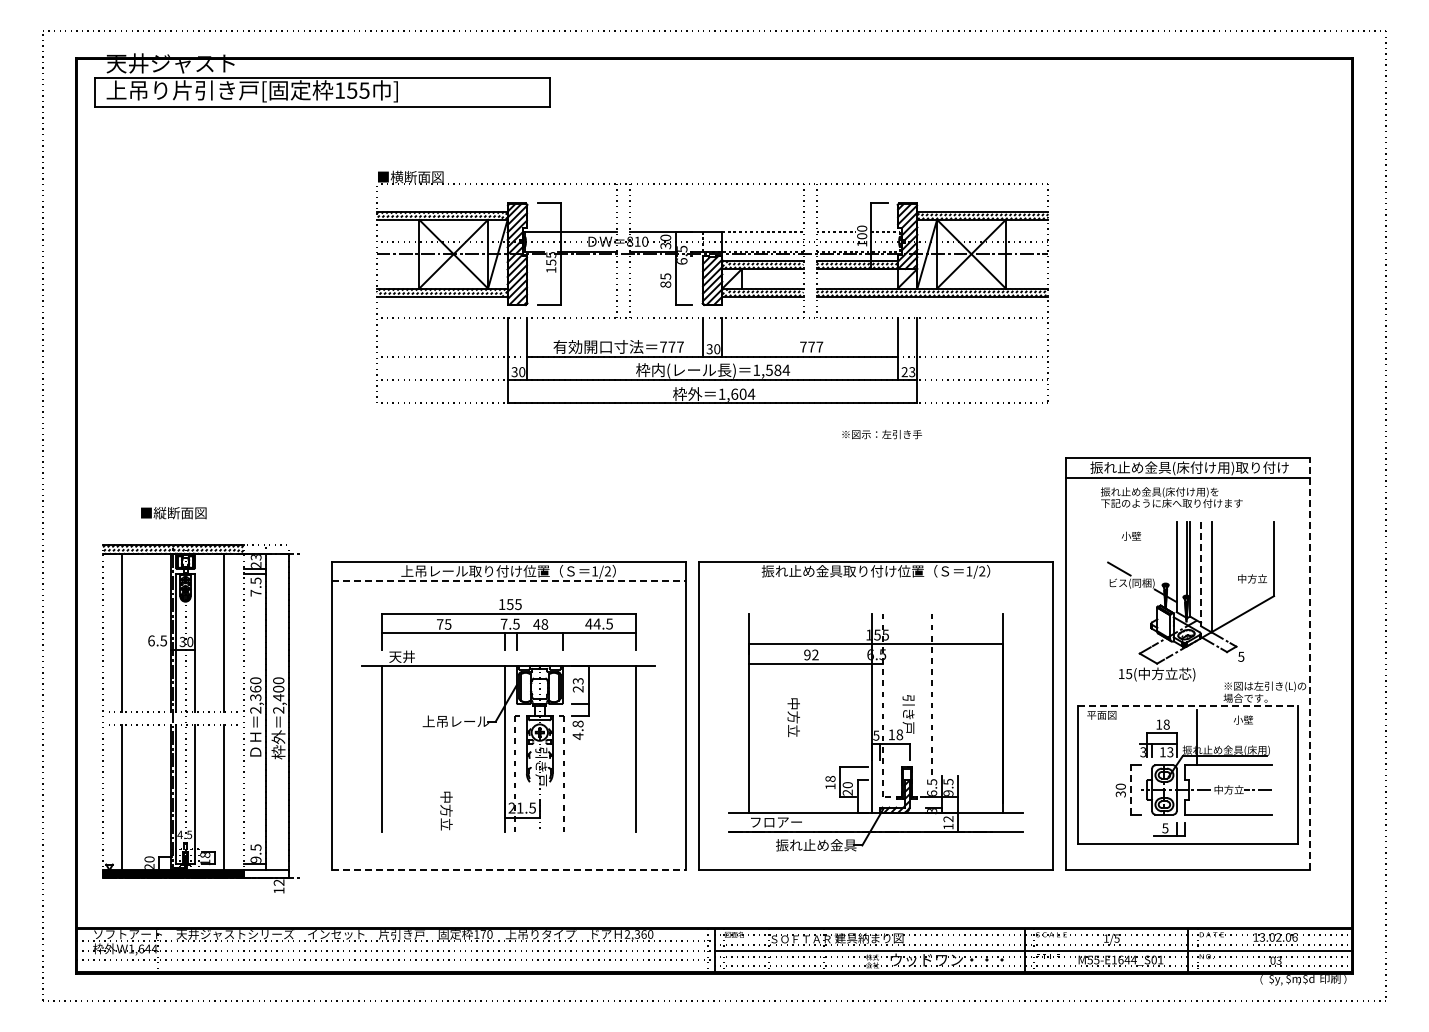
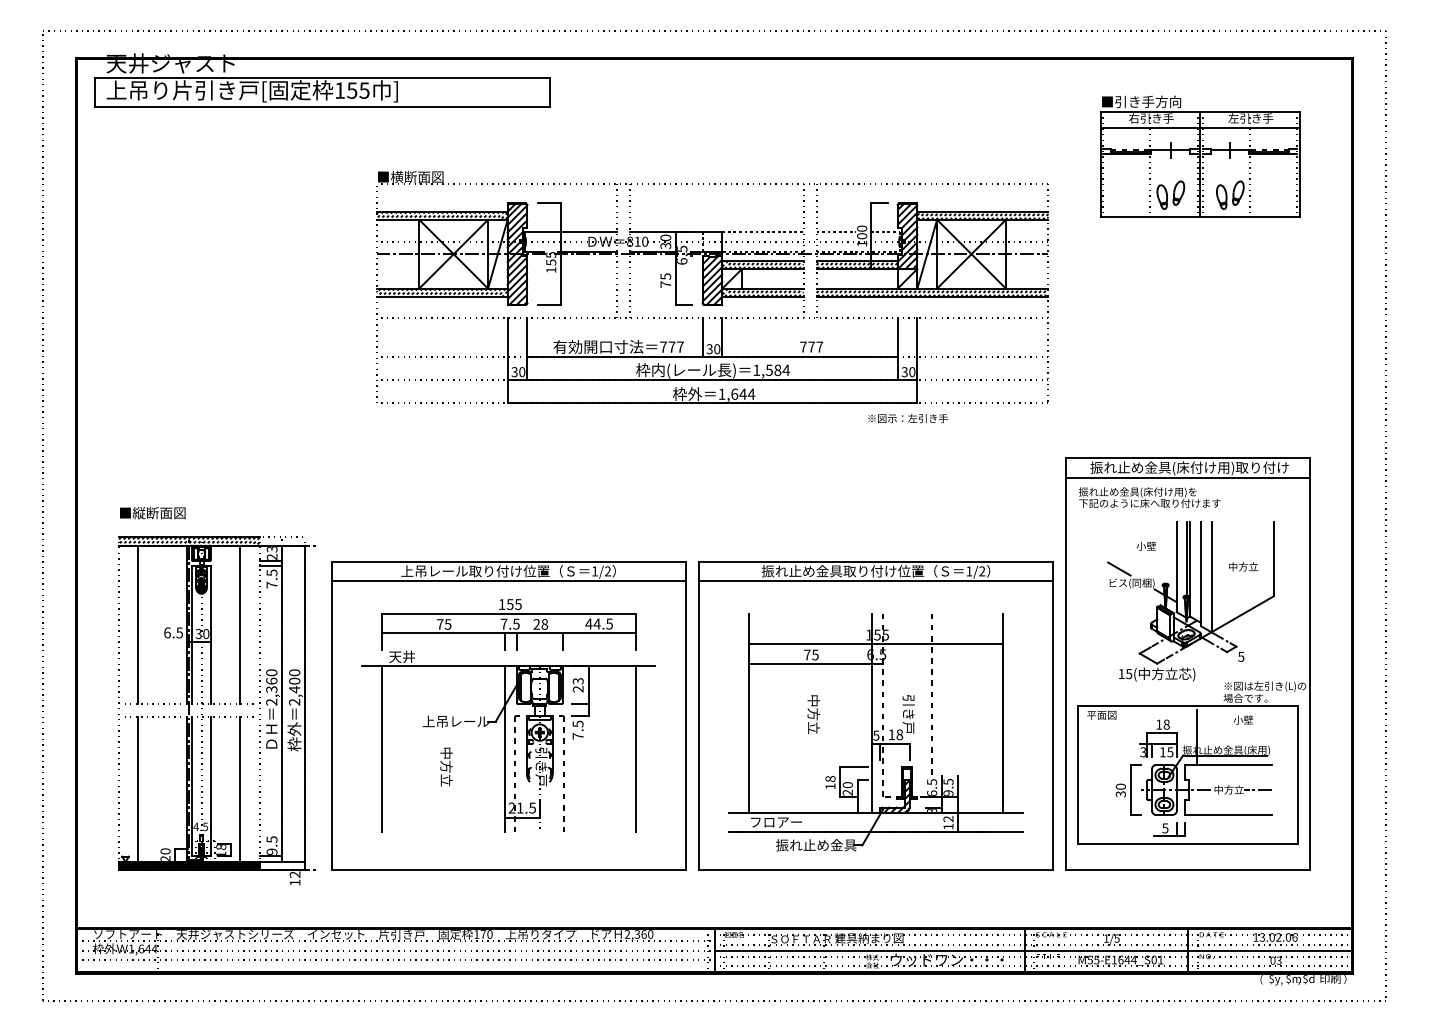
part at (1200, 156): none -> present
text at (665, 284): 85 -> 75
text at (908, 372): 23 -> 30
text at (742, 393): 1,604 -> 1,644
text at (881, 434) position: (881, 434) -> (907, 418)
text at (1171, 497) position: (1171, 497) -> (1149, 497)
text at (173, 513) position: (173, 513) -> (152, 513)
text at (1131, 535) position: (1131, 535) -> (1146, 545)
line at (1201, 574): dashed -> solid
text at (1252, 578) position: (1252, 578) -> (1243, 566)
line at (509, 581): dashed -> solid
line at (875, 581): none -> present
text at (536, 624): 48 -> 28
text at (811, 654): 92 -> 75
line at (1310, 663): dashed -> solid
line at (1188, 706): dashed -> solid
part at (198, 712) position: (198, 712) -> (214, 704)
text at (793, 717) position: (793, 717) -> (813, 714)
text at (577, 729): 4.8 -> 7.5
text at (1170, 751): 13 -> 15
line at (1130, 789): dashed -> solid
text at (446, 810) position: (446, 810) -> (446, 766)
line at (509, 870): dashed -> solid
